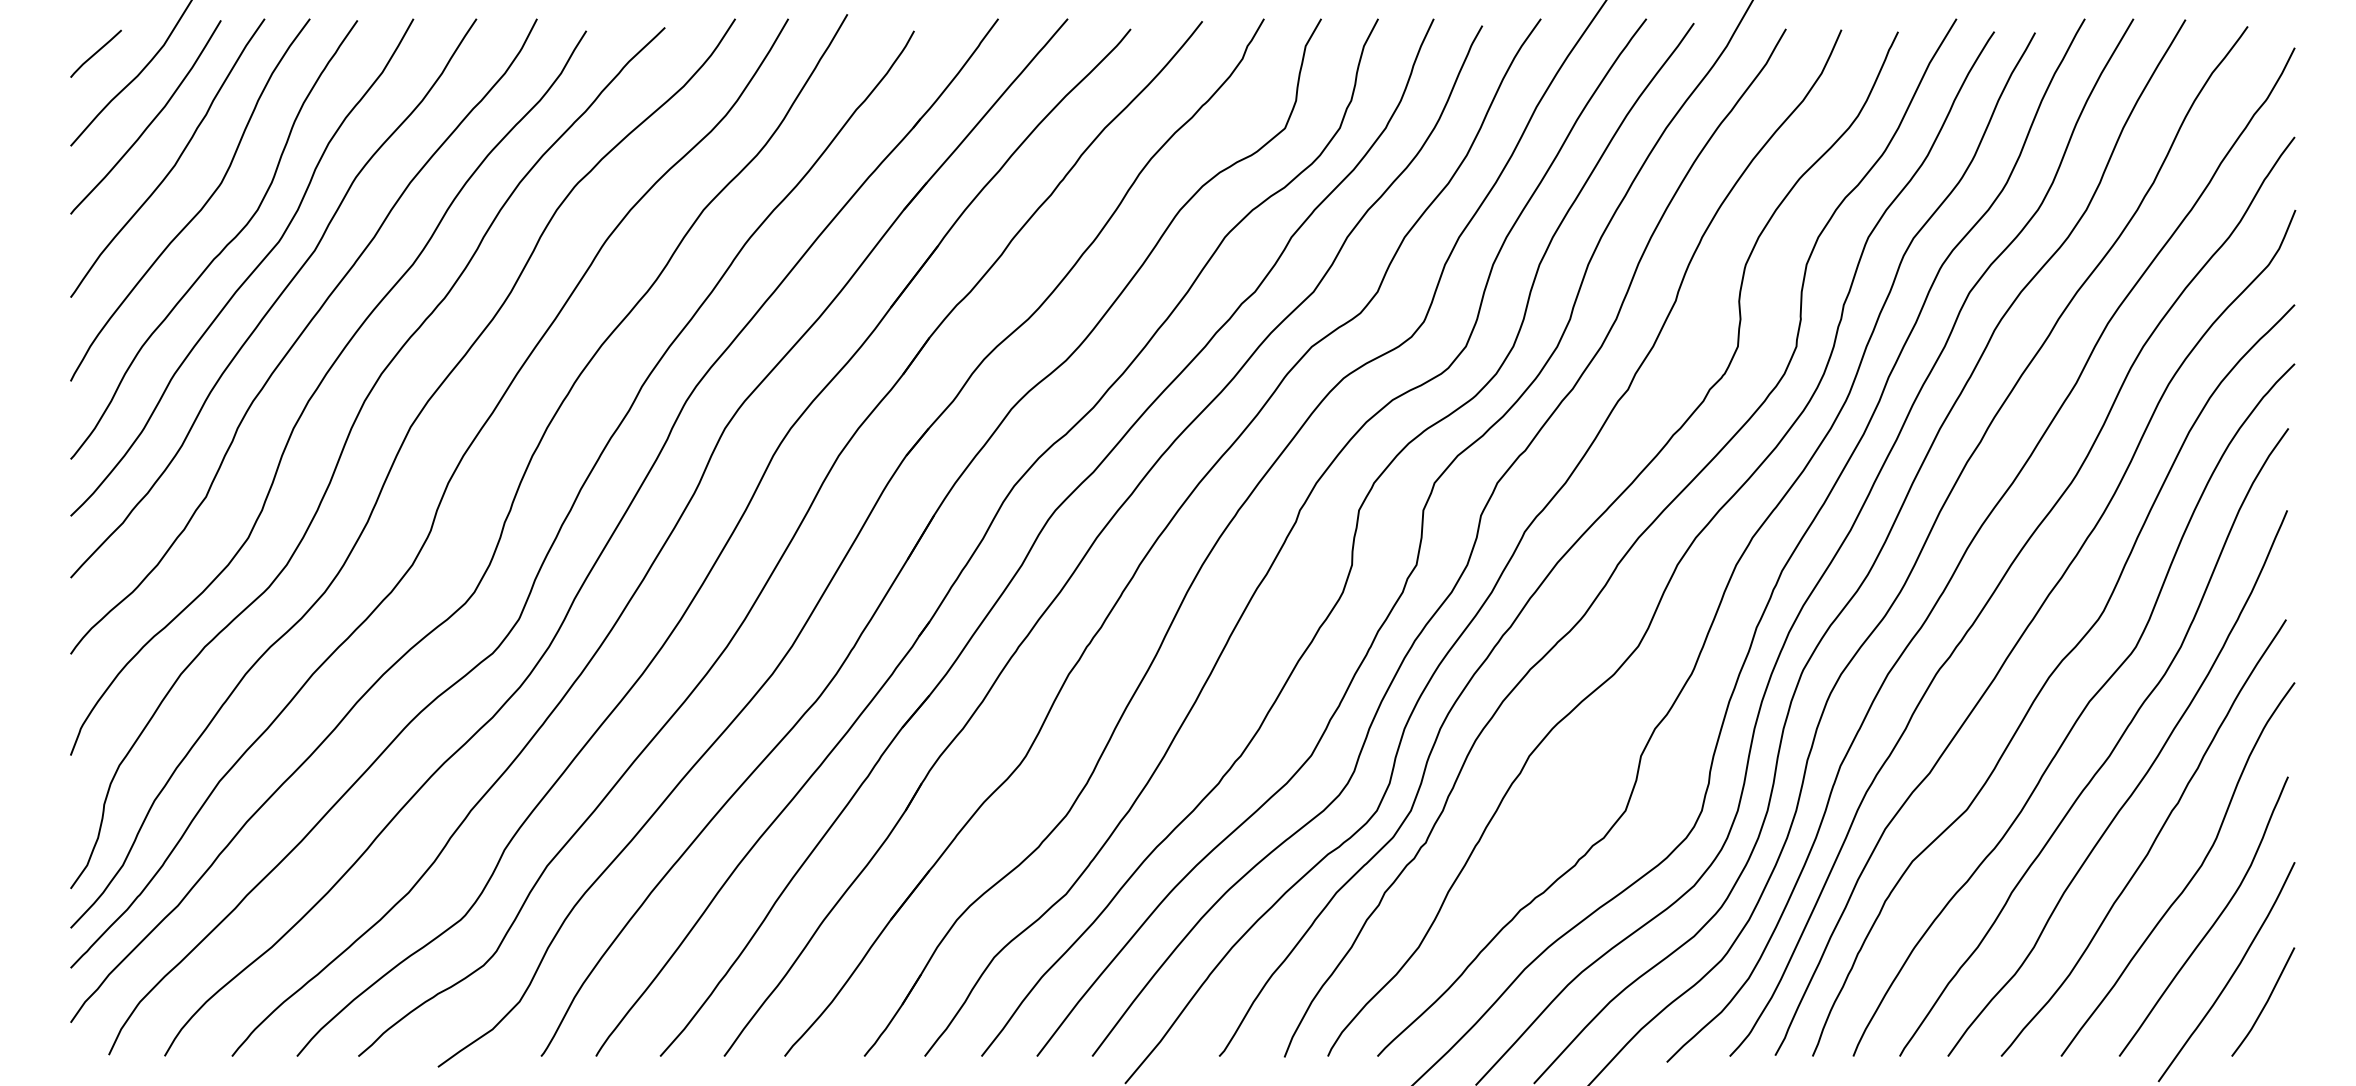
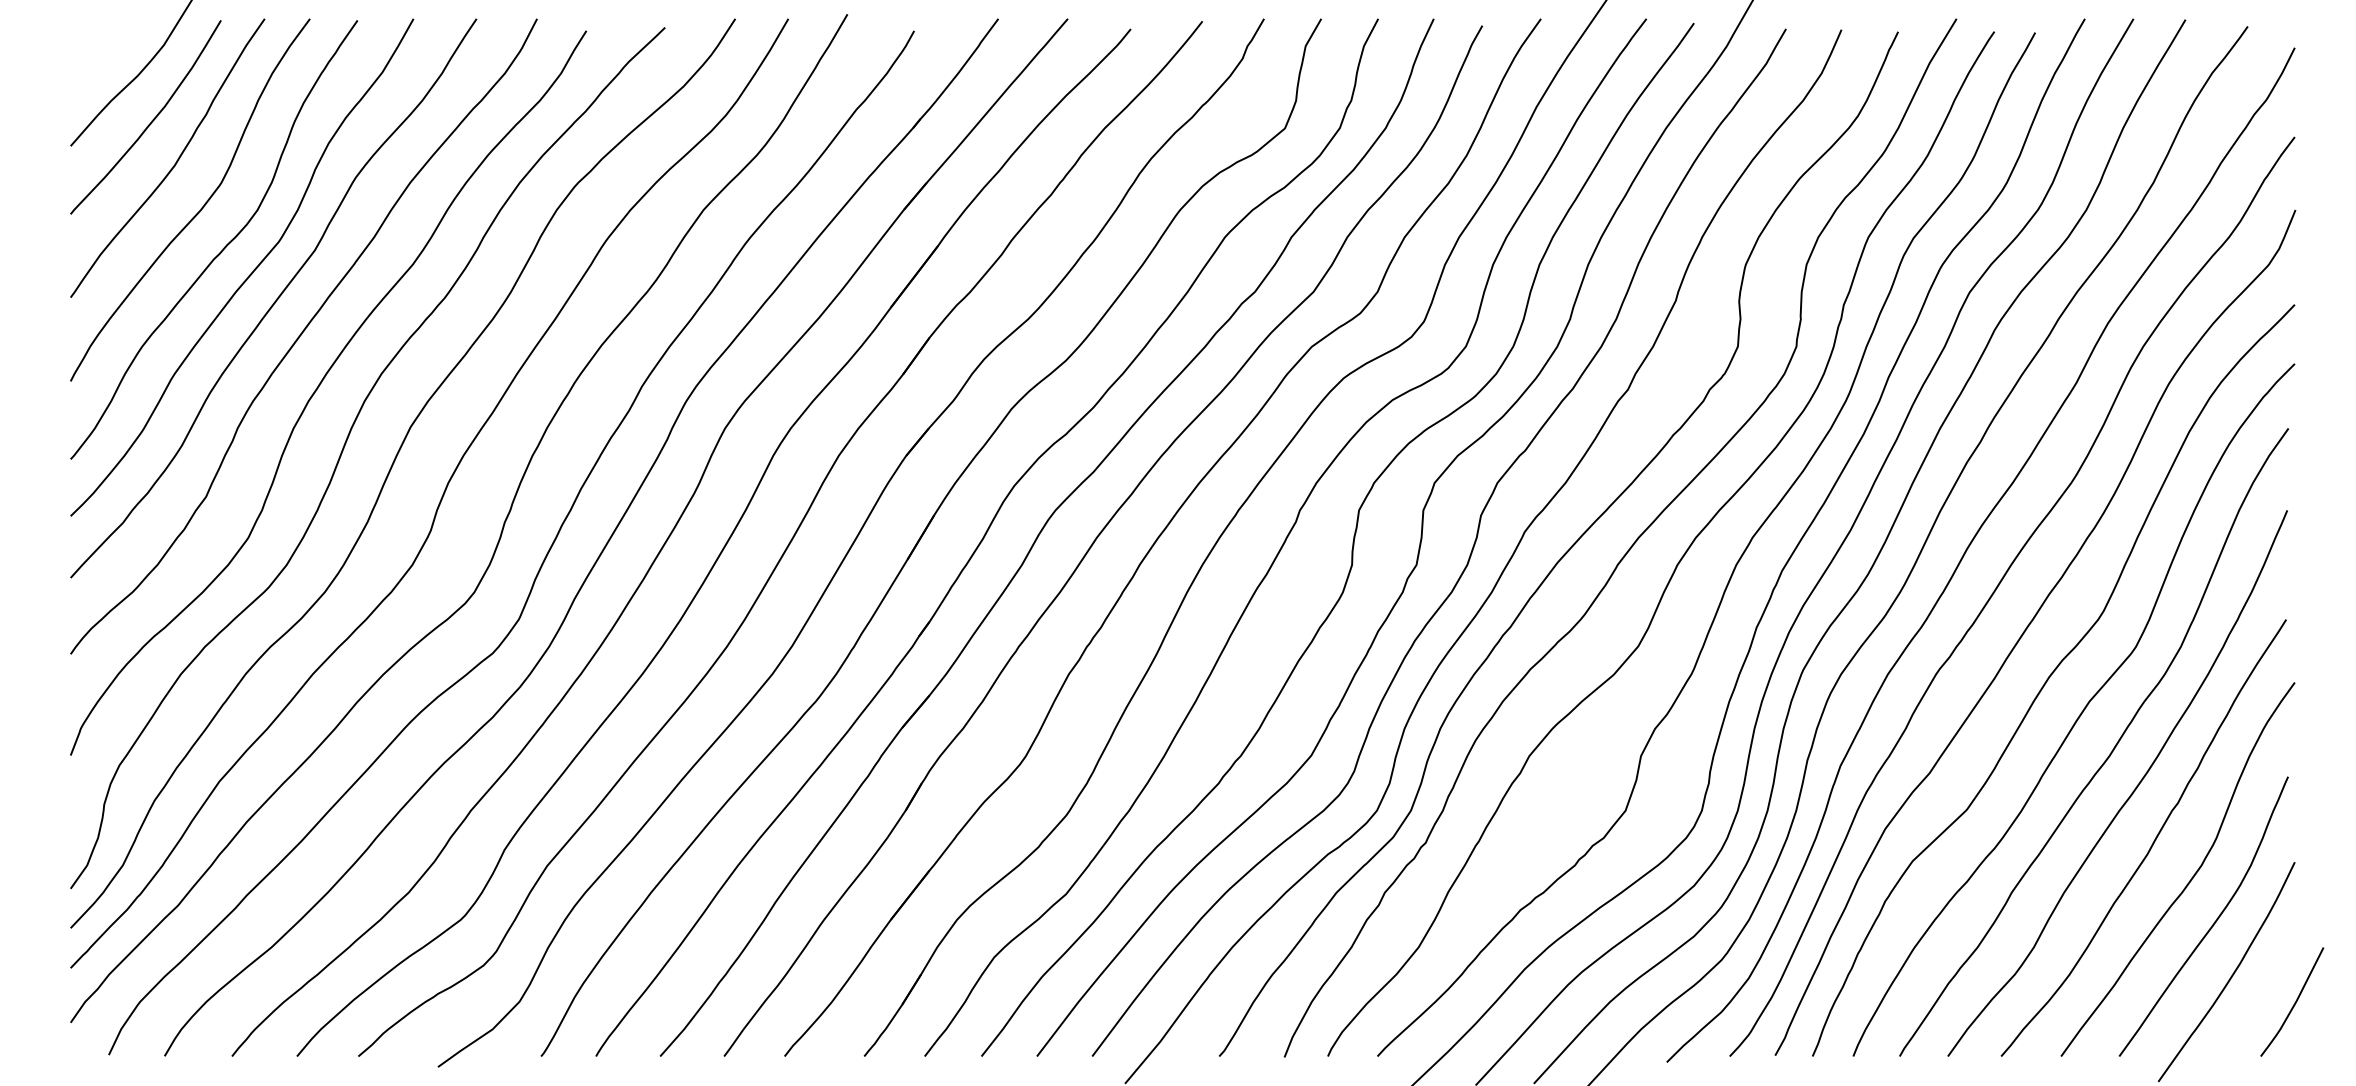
line at (95, 53): present -> none
curve at (2265, 1002) position: (2265, 1002) -> (2294, 1002)
